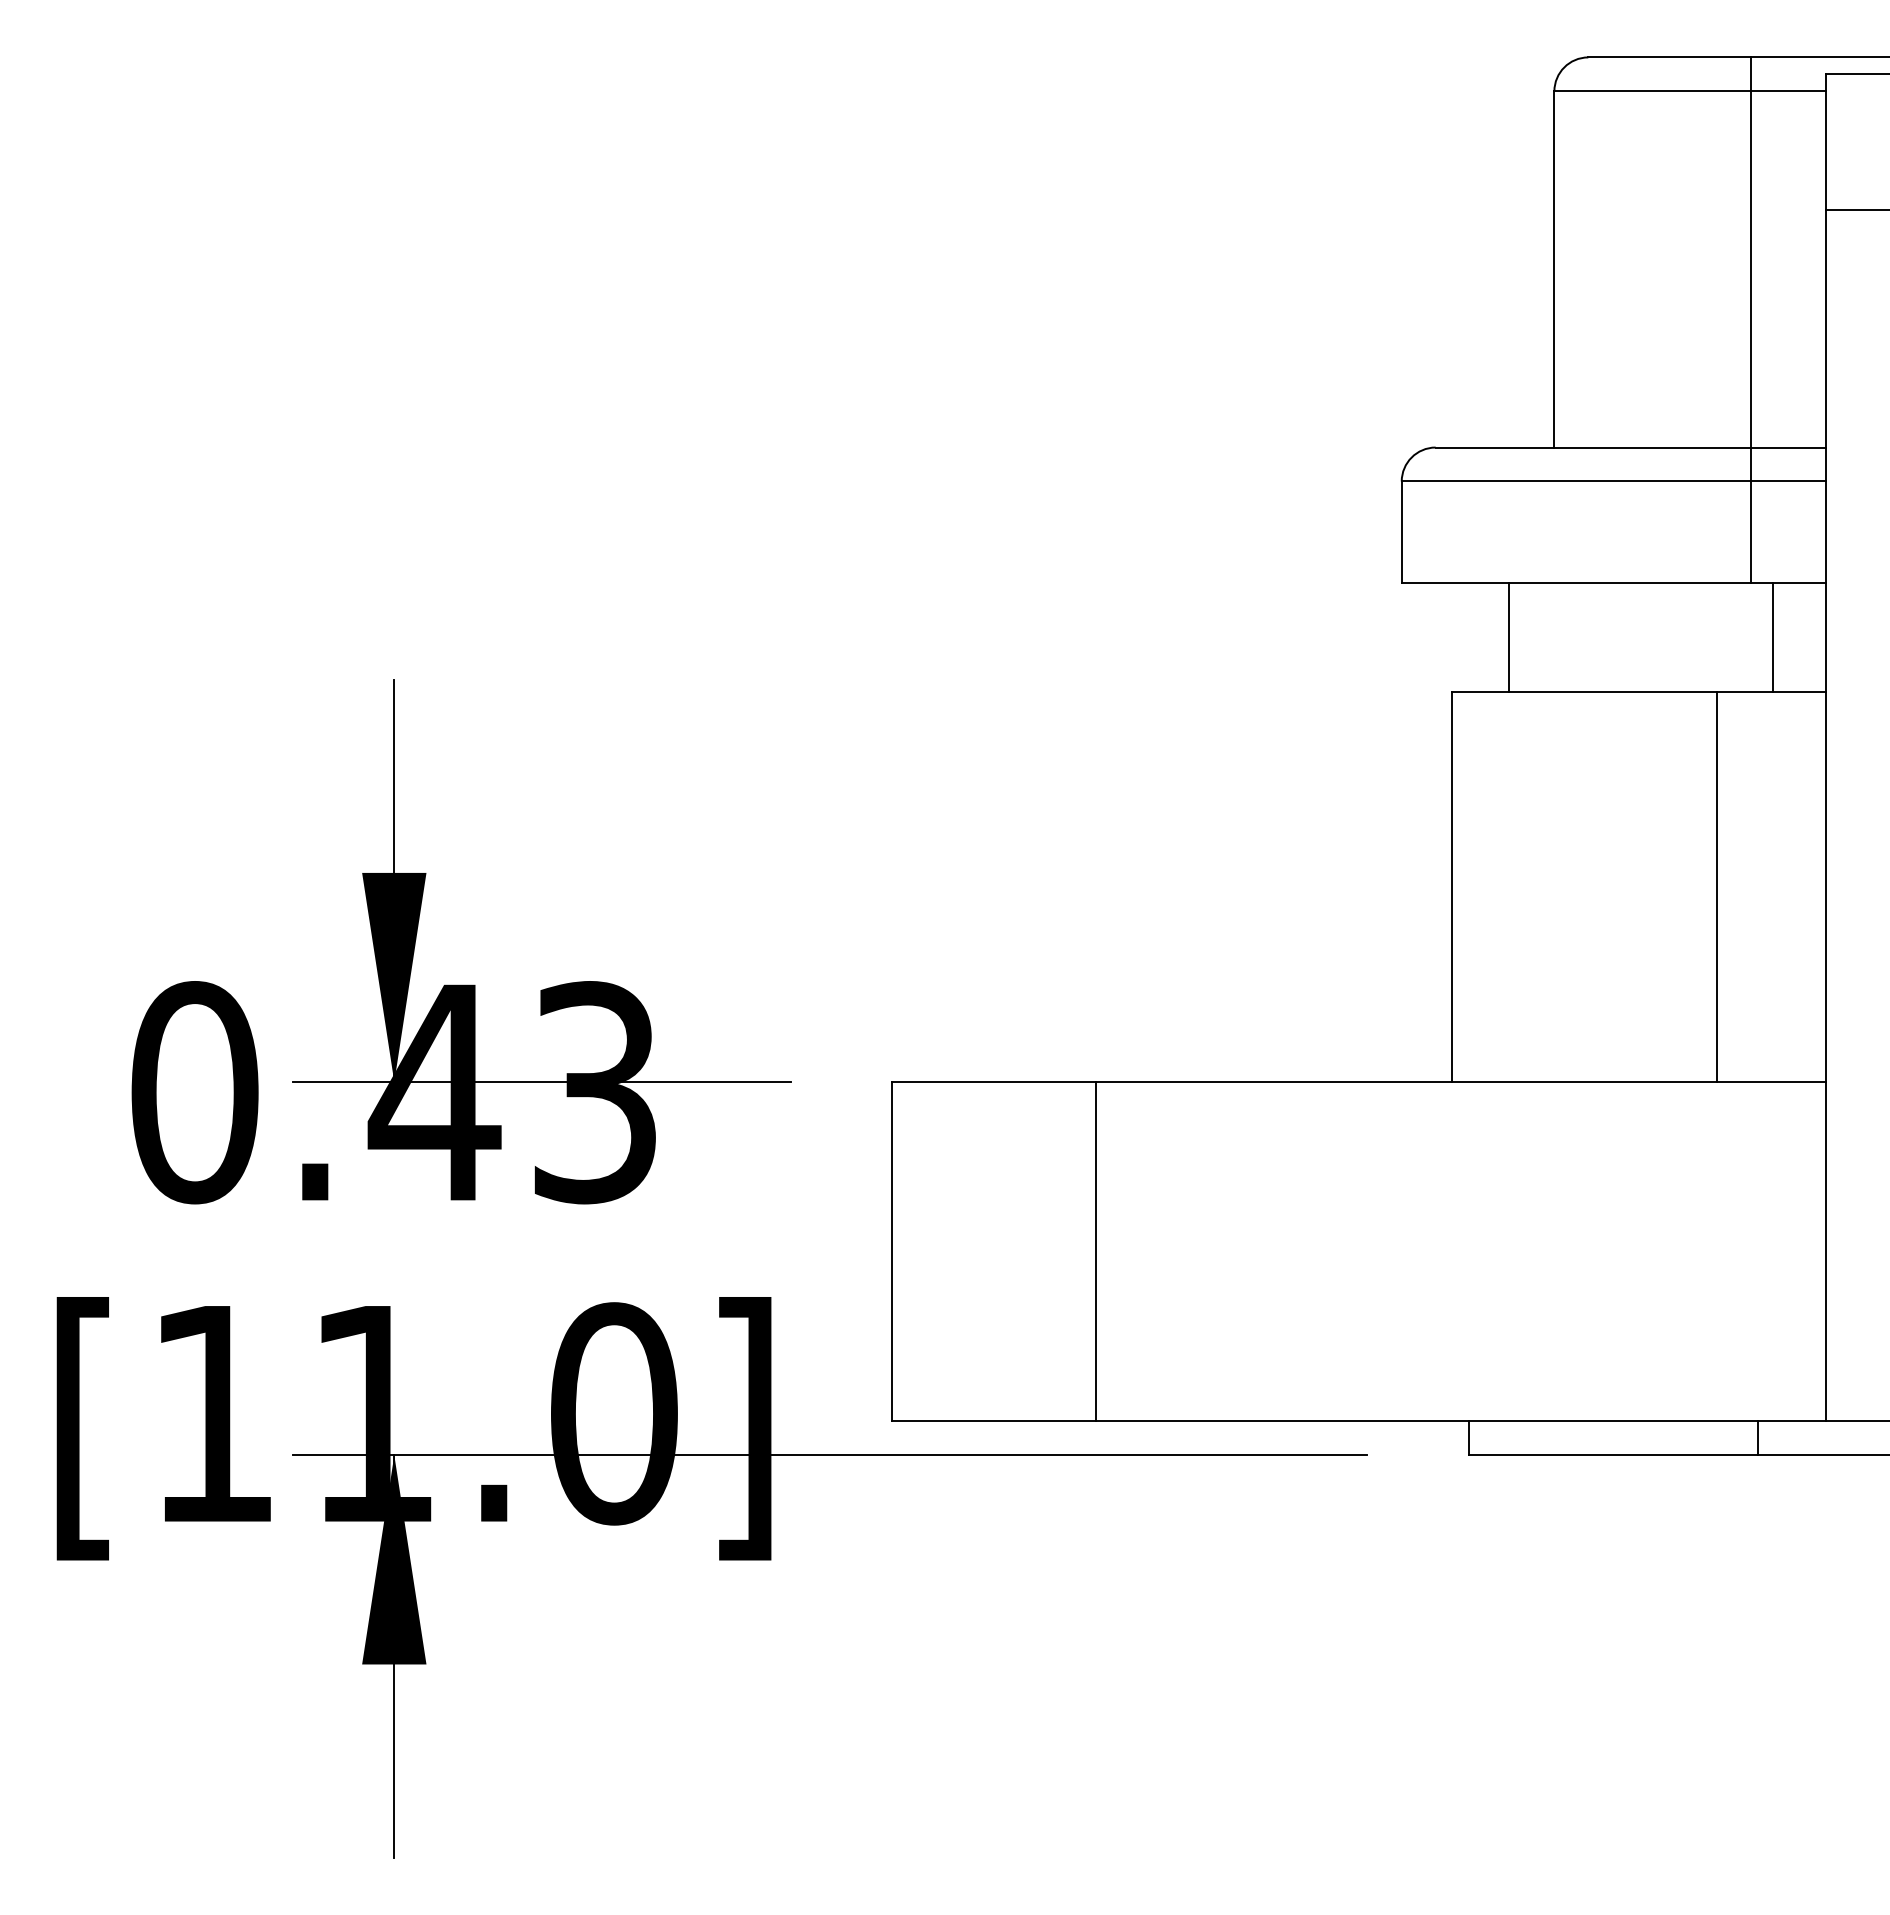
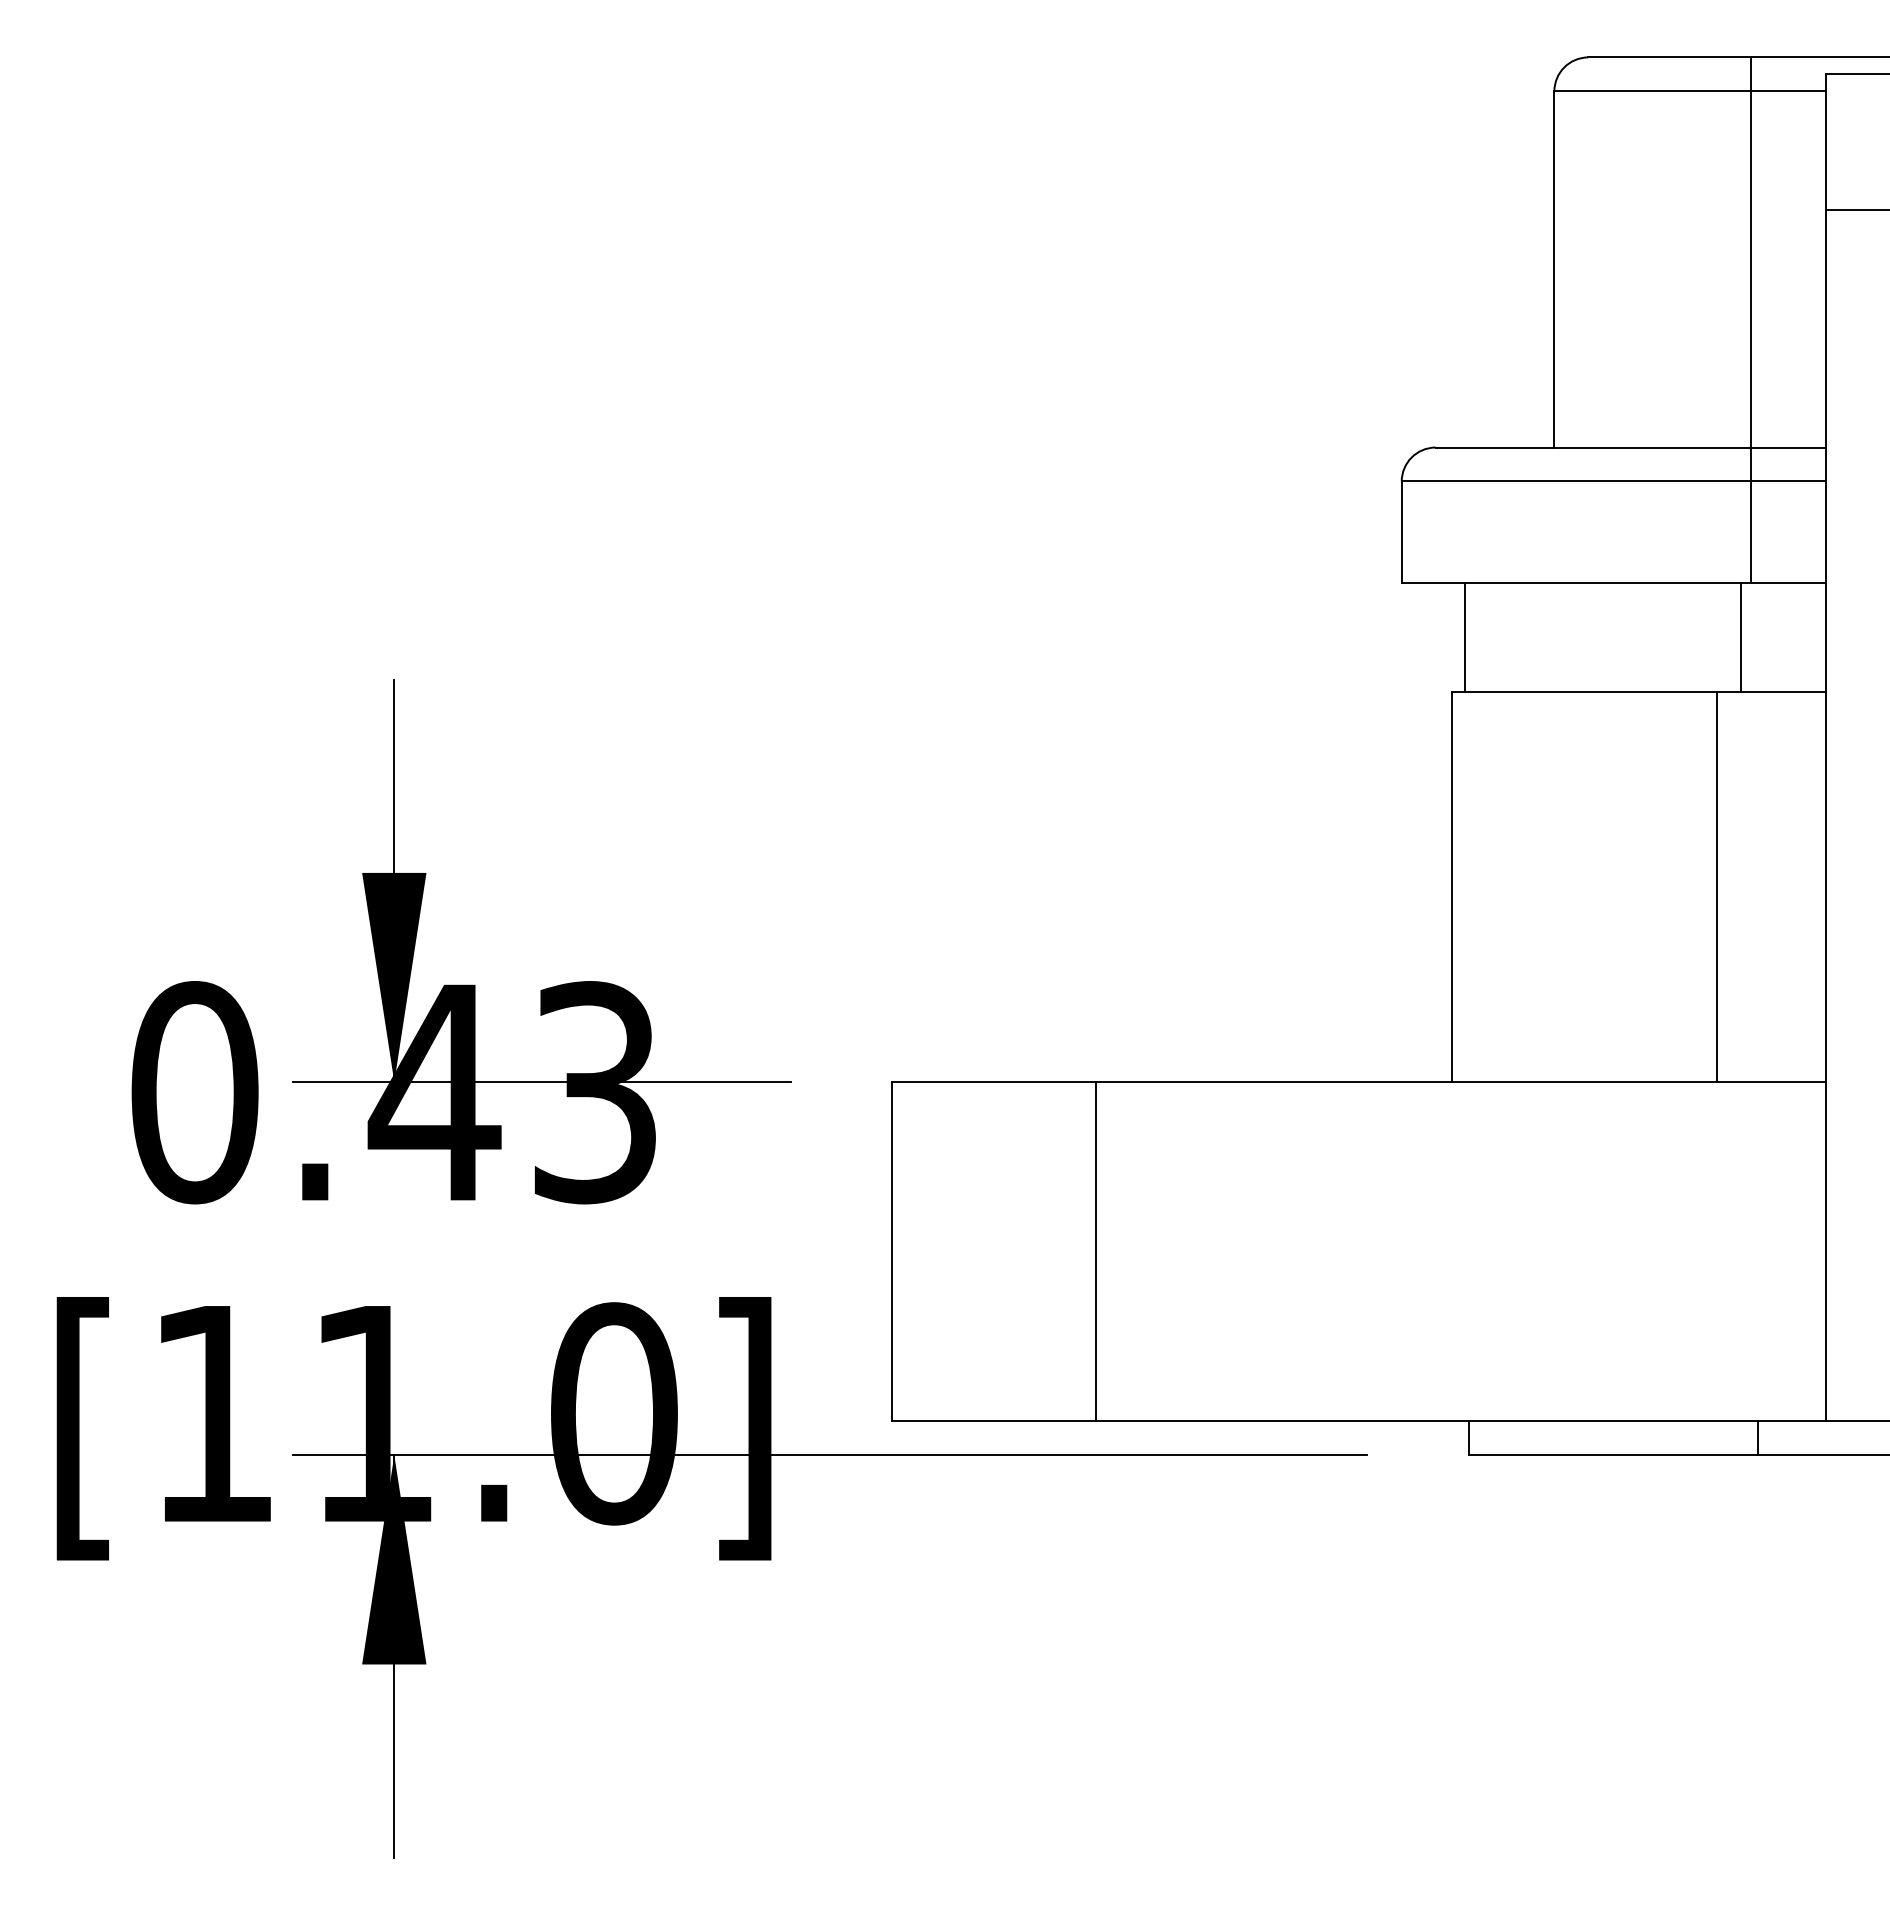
line at (1509, 637) position: (1509, 637) -> (1465, 637)
line at (1772, 637) position: (1772, 637) -> (1740, 637)
